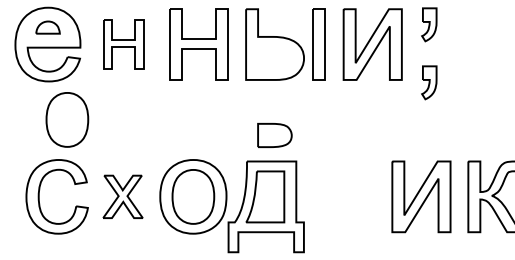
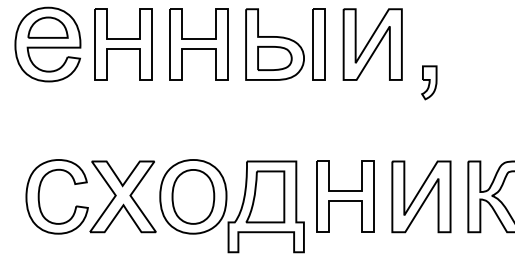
part at (429, 24): present -> none
part at (47, 27) size: 26x15 px -> 42x23 px
part at (123, 44) size: 42x51 px -> 59x73 px
part at (67, 119): present -> none
part at (274, 135) position: (274, 135) -> (274, 58)
part at (122, 196) size: 42x45 px -> 68x74 px
part at (345, 196): none -> present
